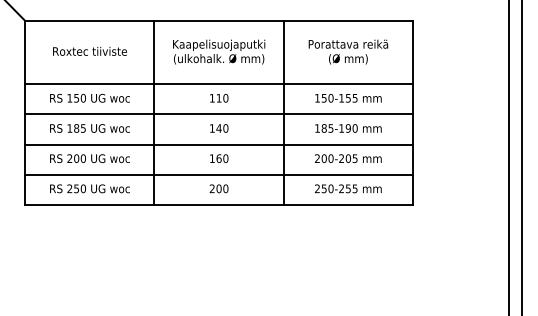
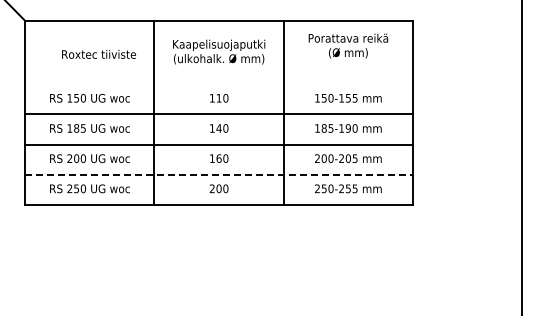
text at (89, 51) position: (89, 51) -> (98, 54)
text at (348, 51) position: (348, 51) -> (348, 45)
line at (219, 84): present -> none
line at (508, 157): present -> none
line at (219, 174): solid -> dashed
